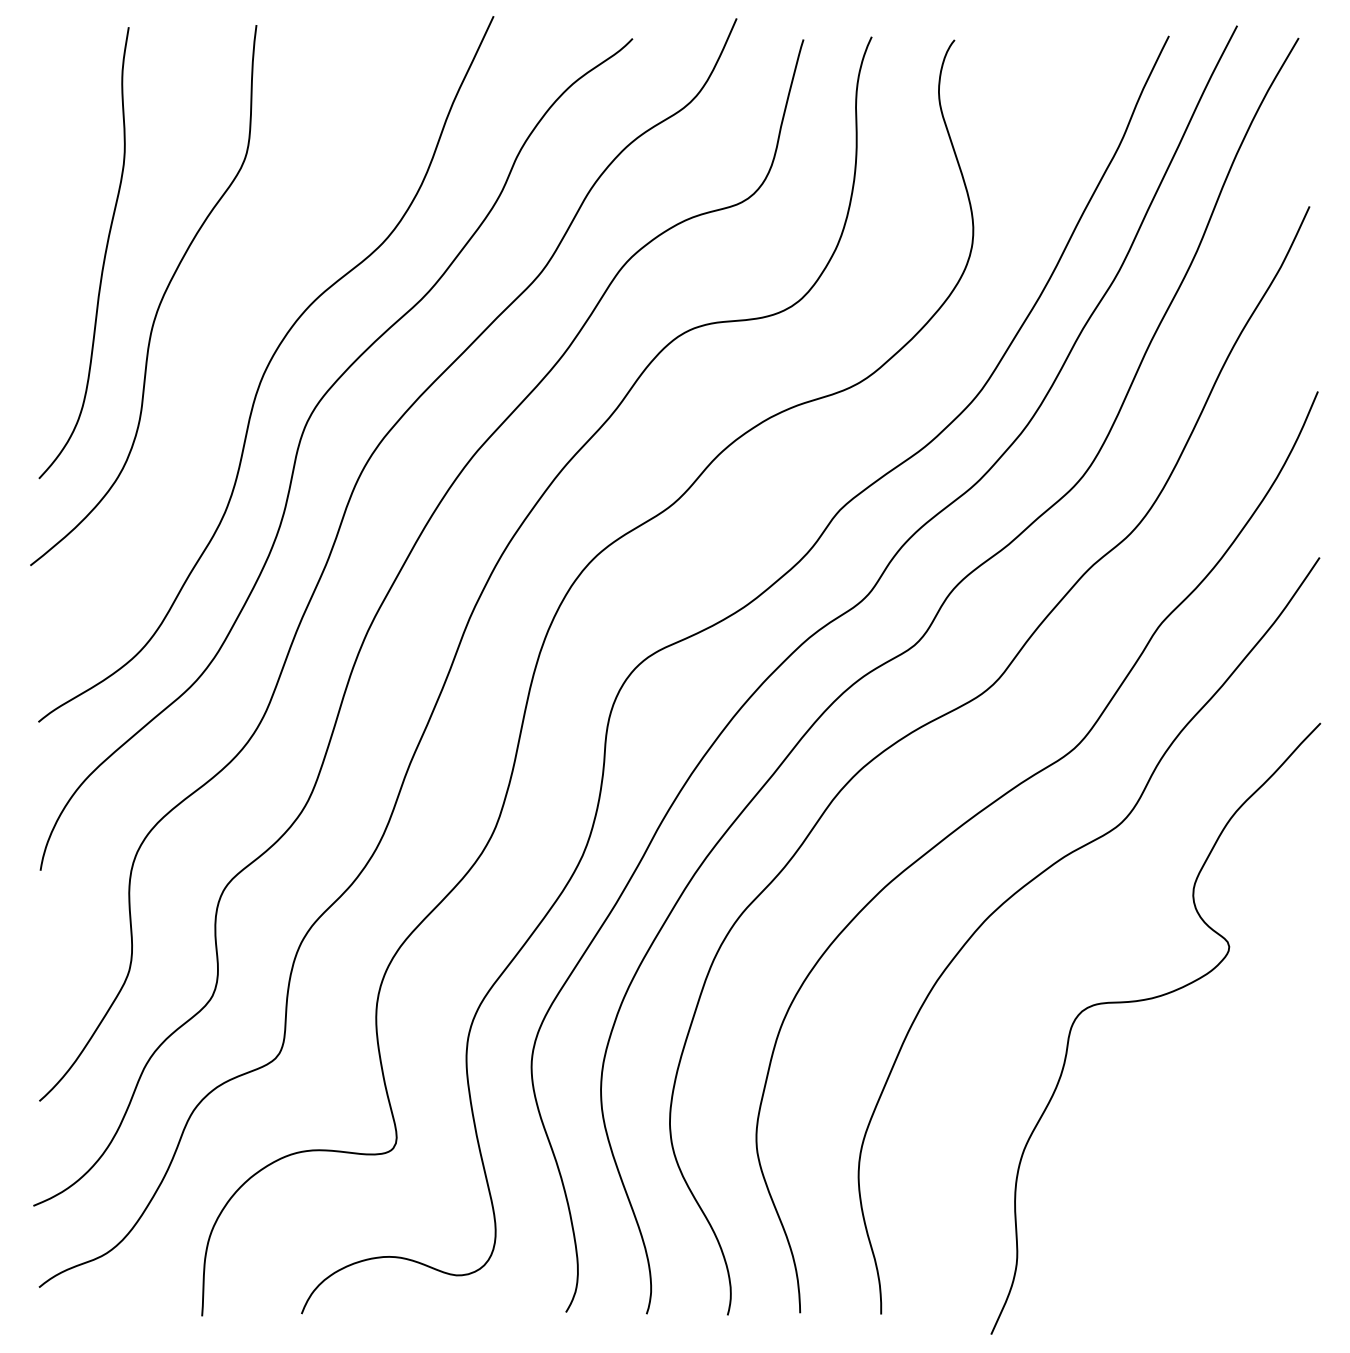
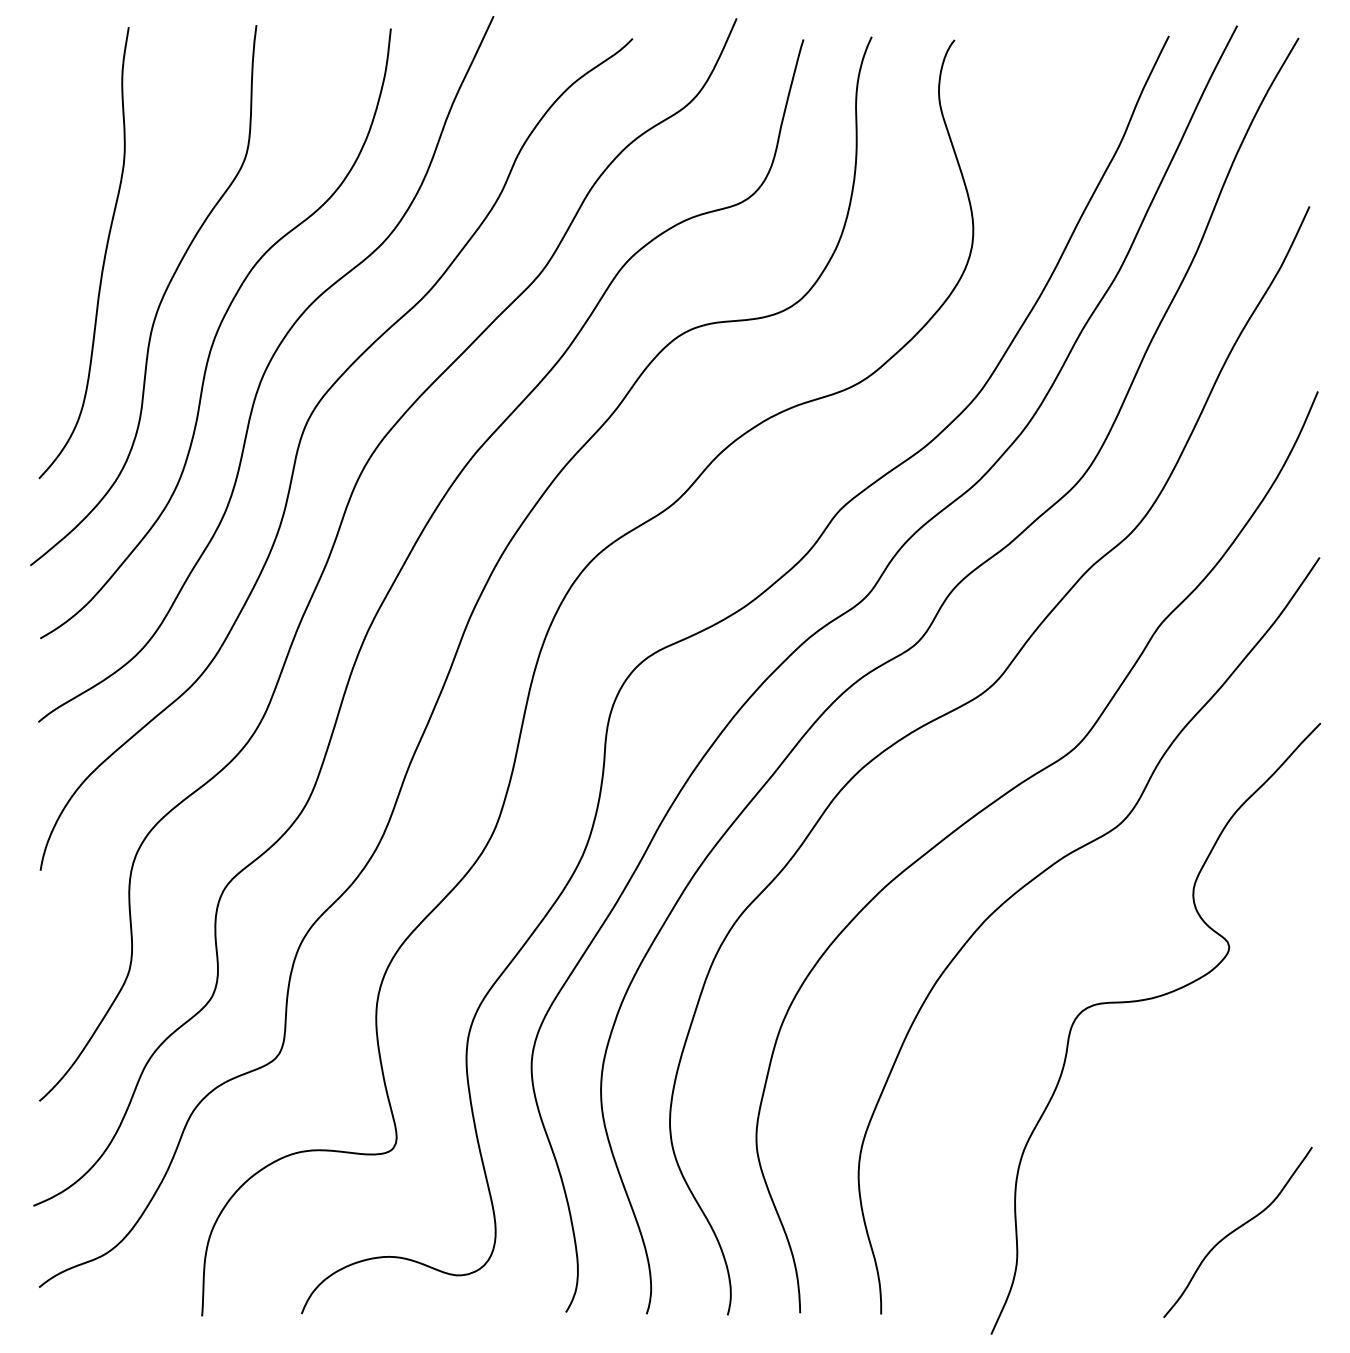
curve at (215, 333): none -> present
curve at (1236, 1230): none -> present
